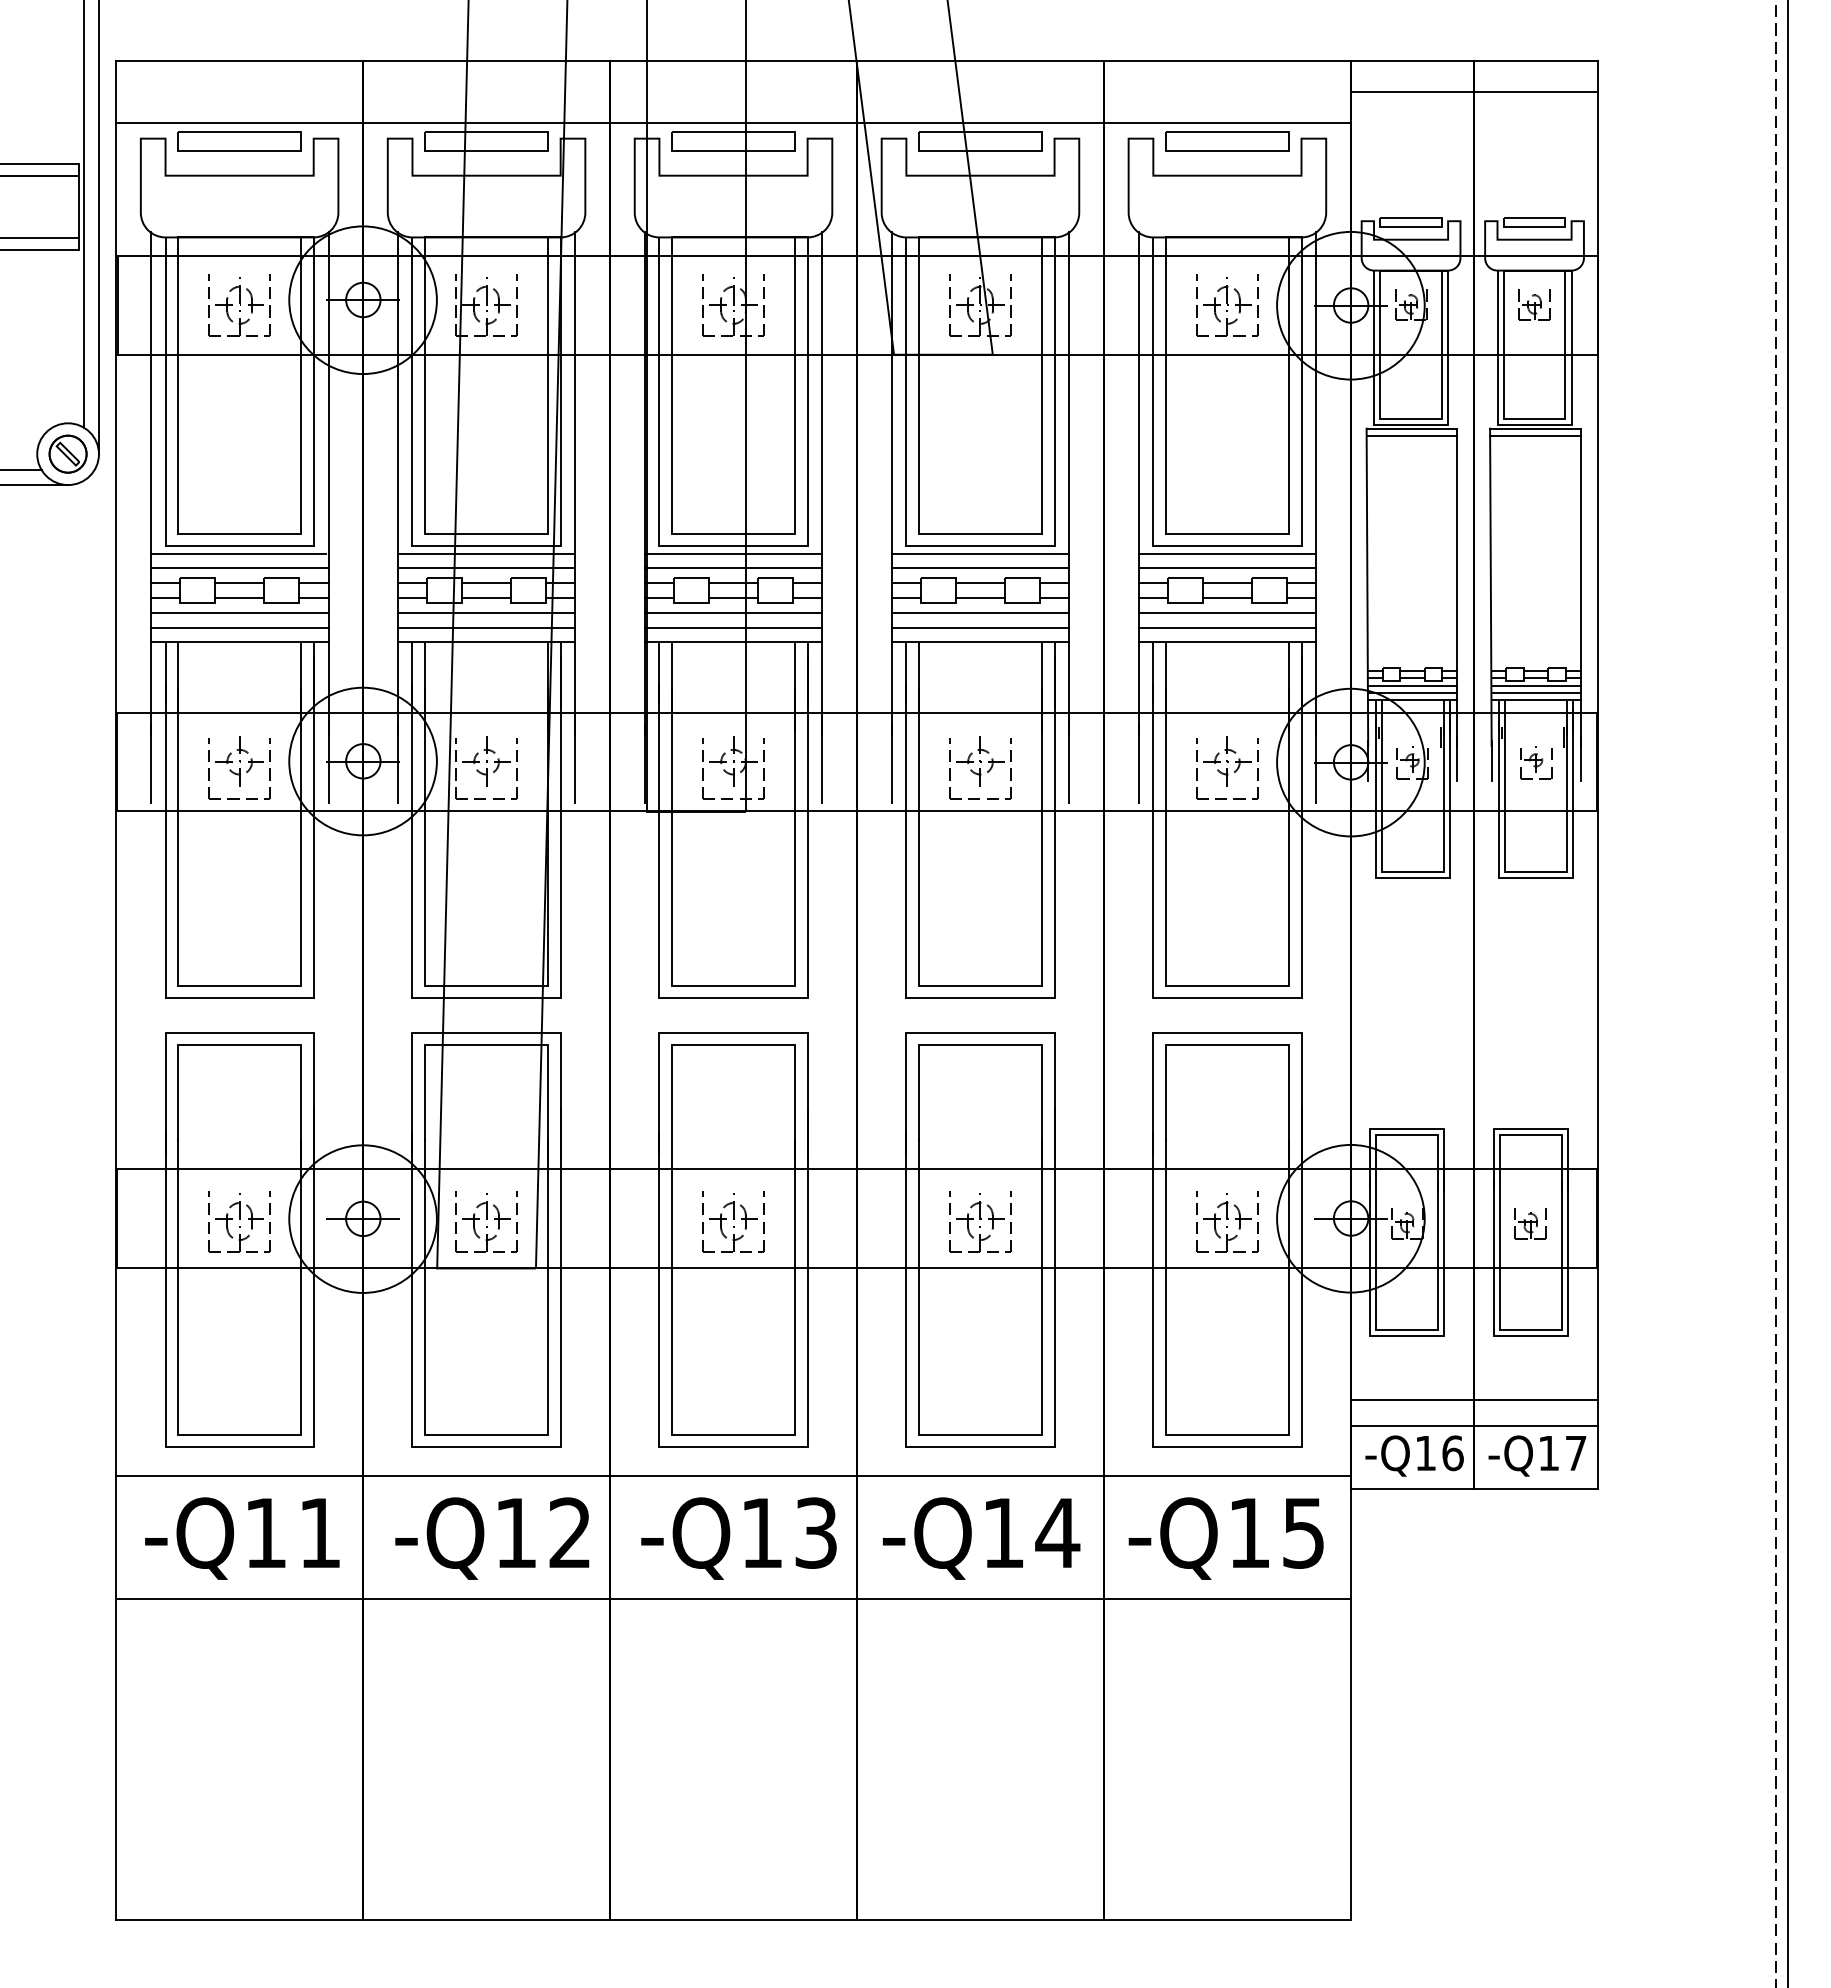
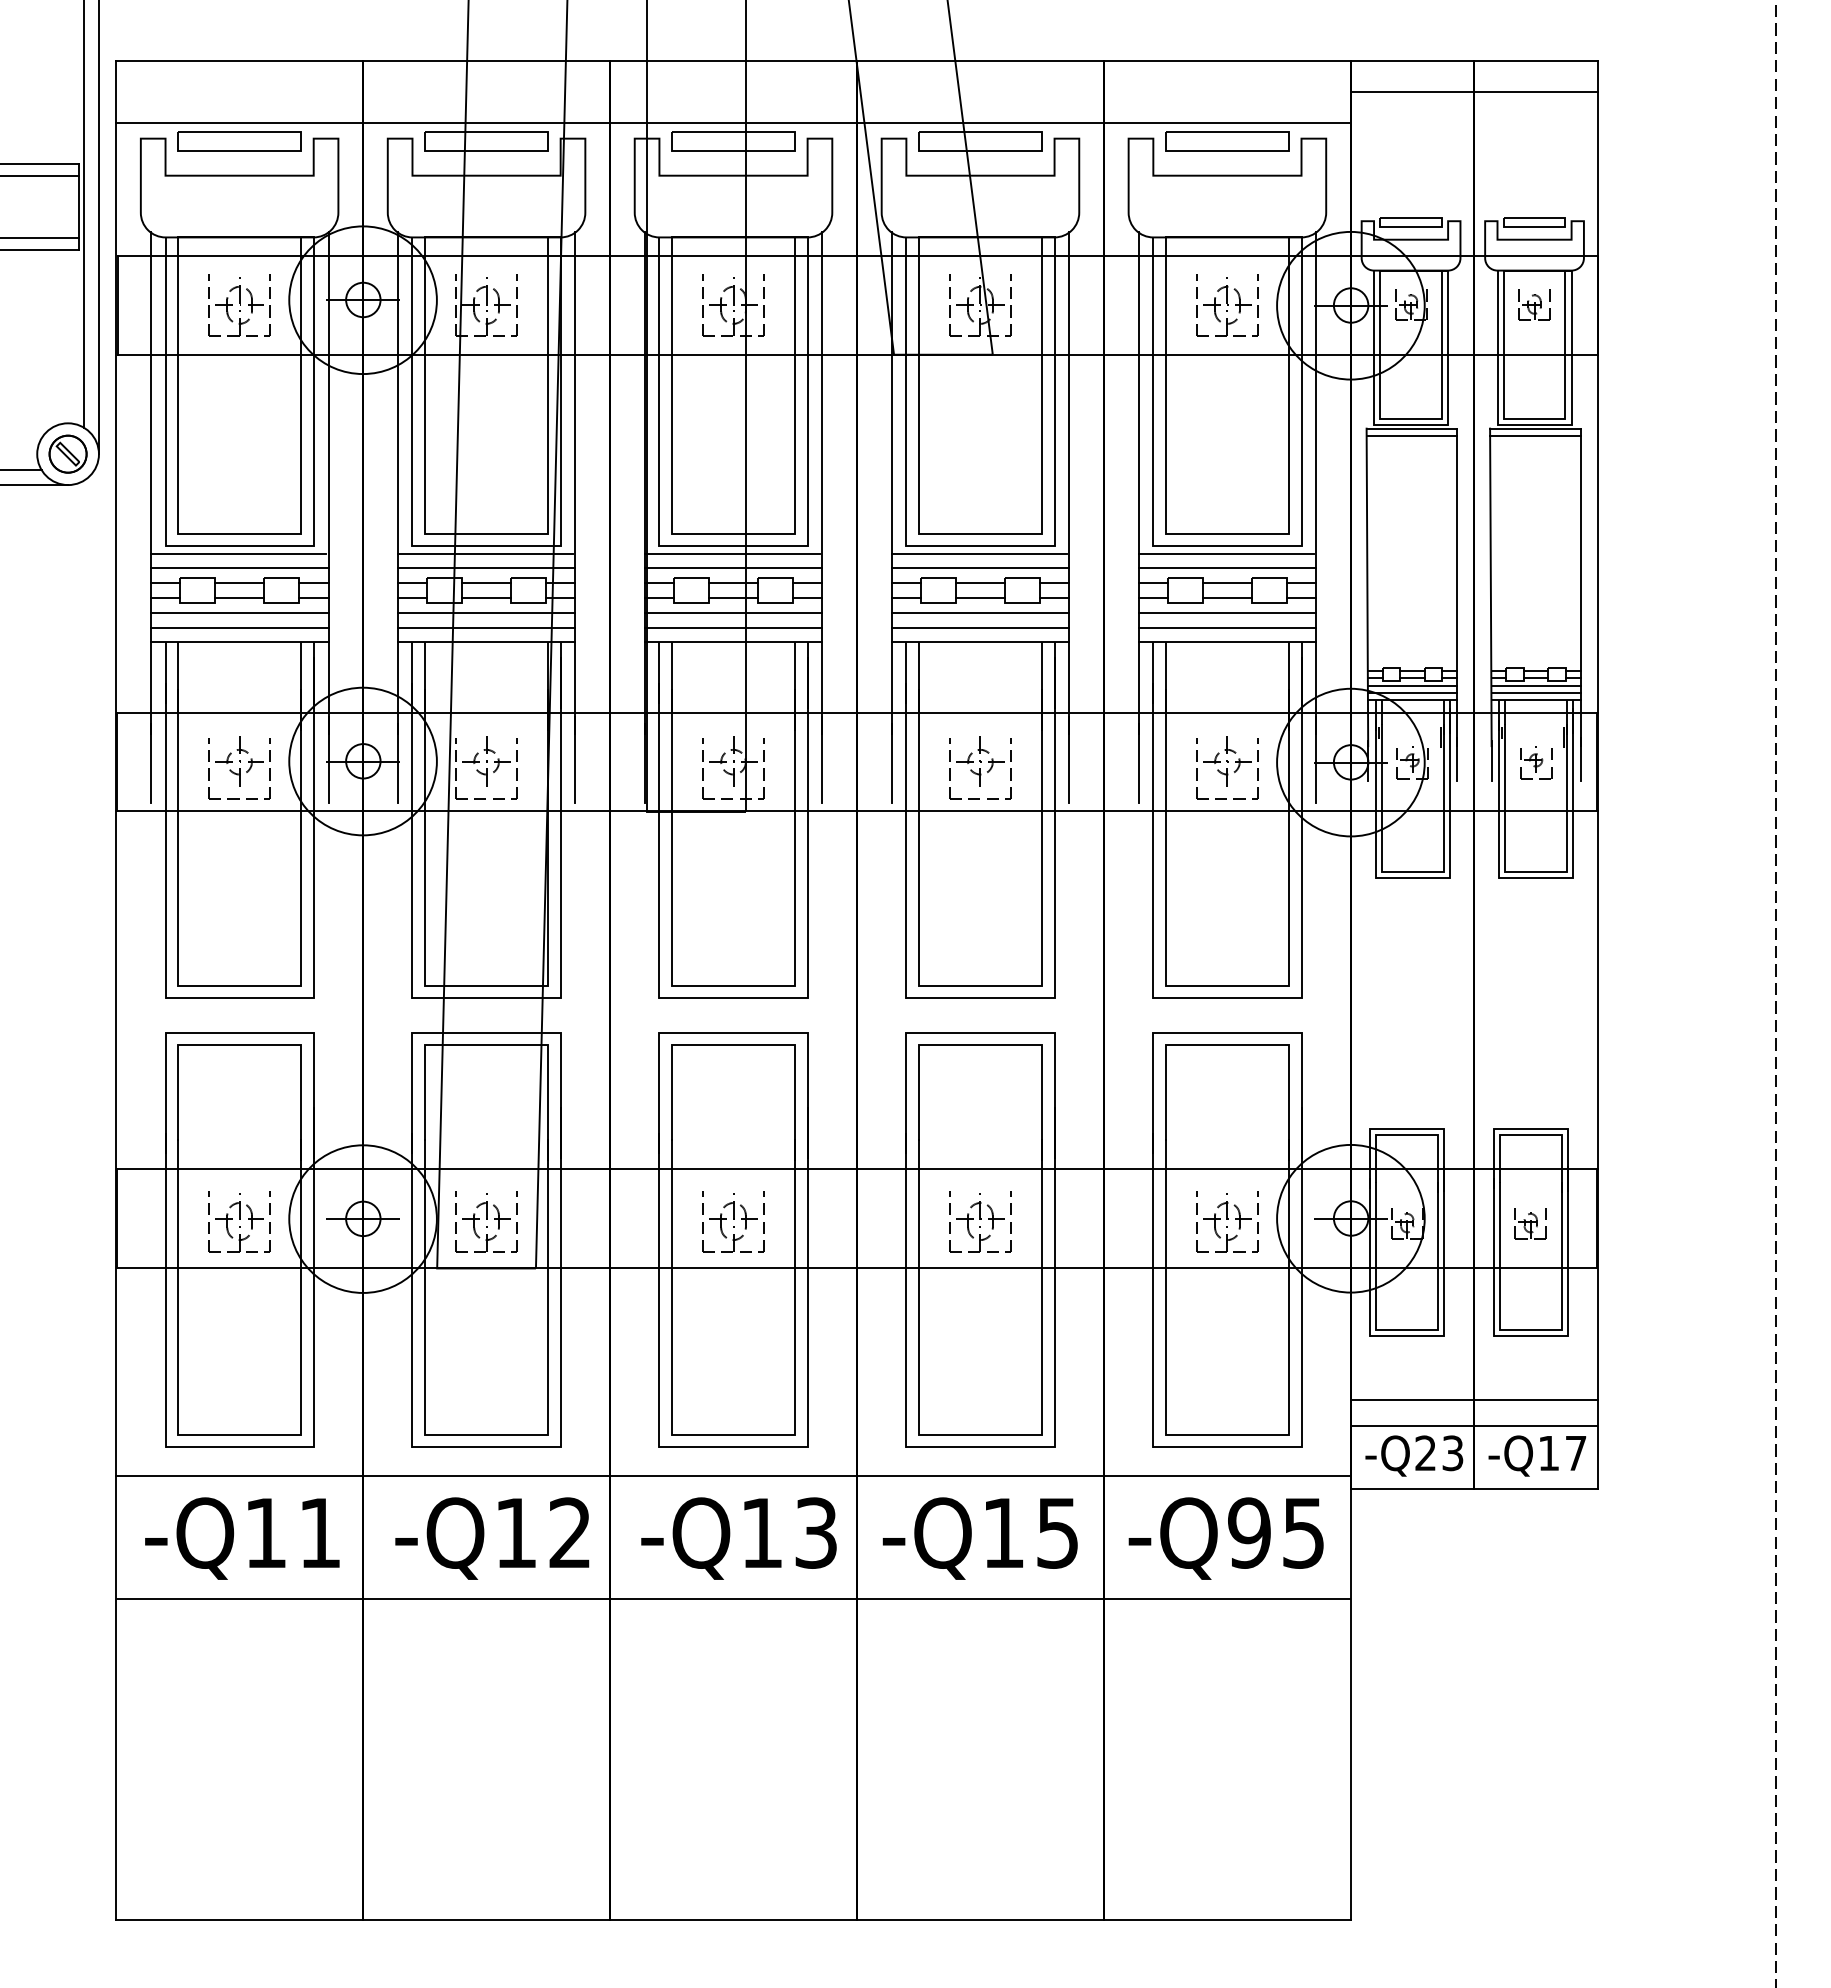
line at (1788, 993): present -> none
text at (1439, 1453): -Q16 -> -Q23
text at (1249, 1532): -Q15 -> -Q95
text at (1057, 1533): -Q14 -> -Q15
